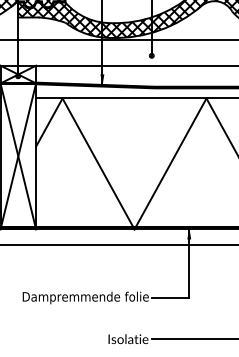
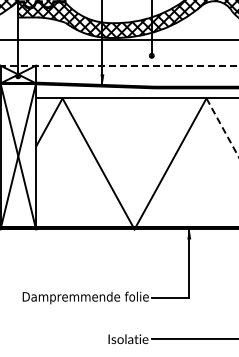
line at (119, 65): solid -> dashed
line at (222, 128): solid -> dashed
line at (118, 244): present -> none
